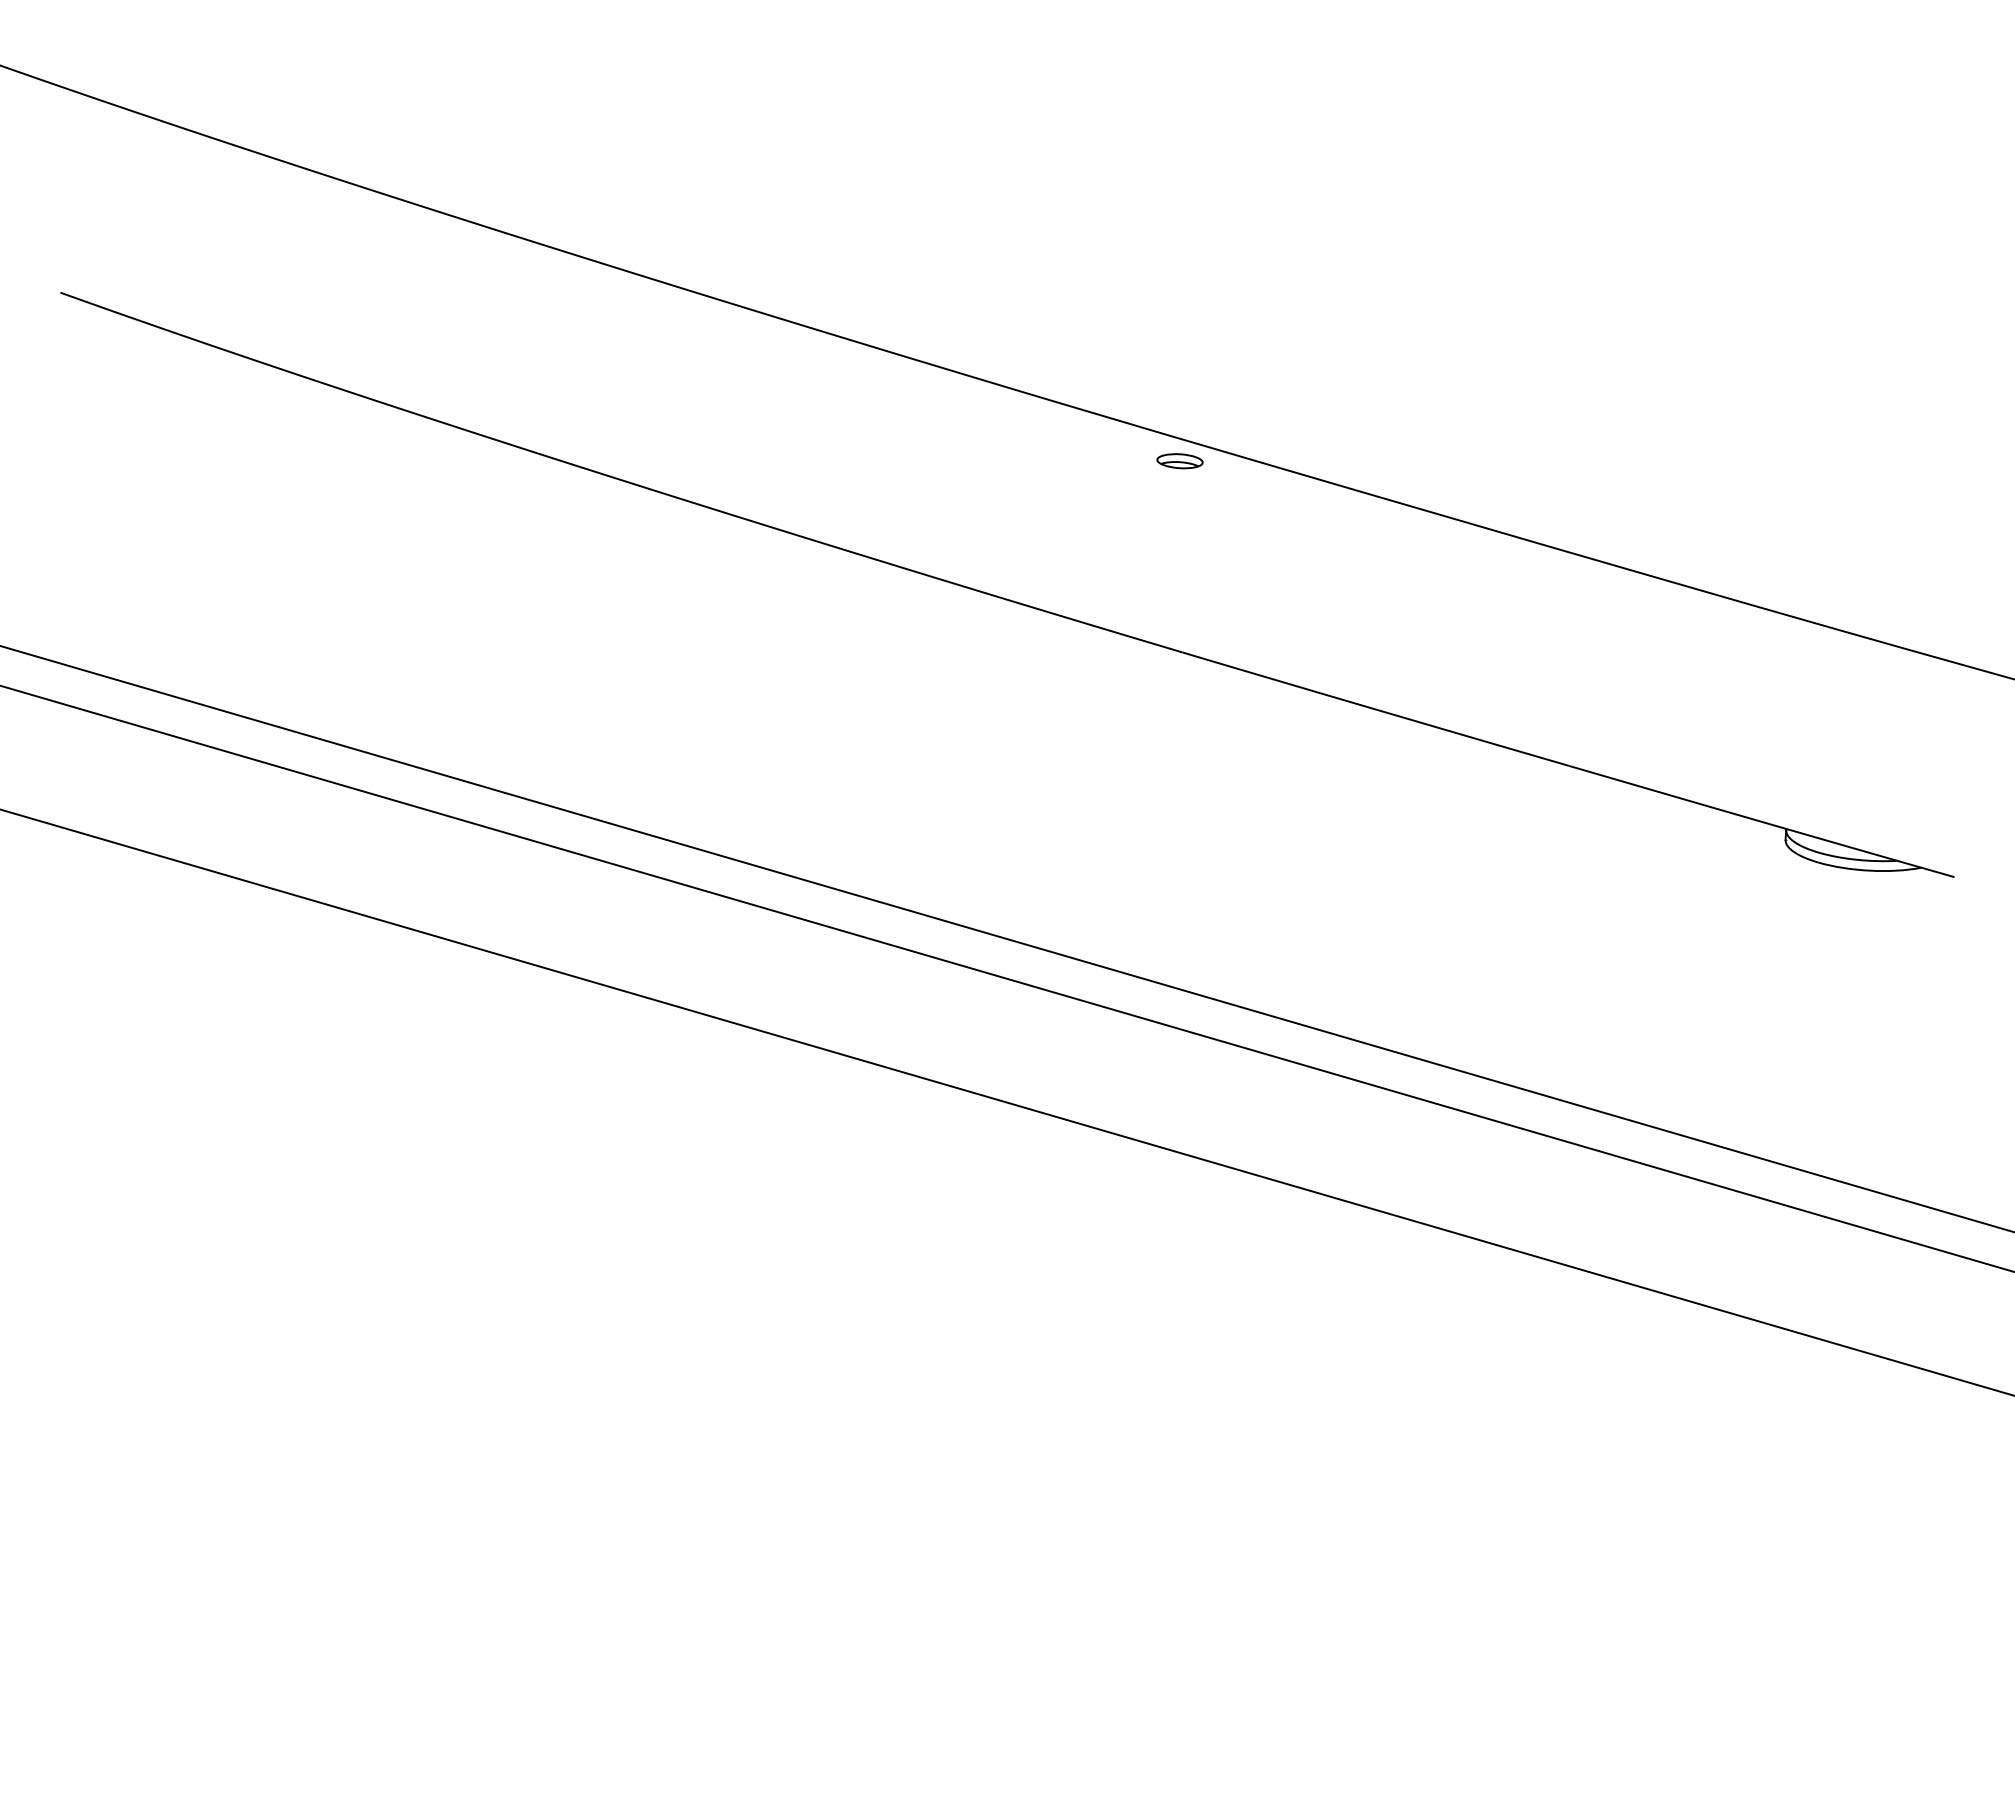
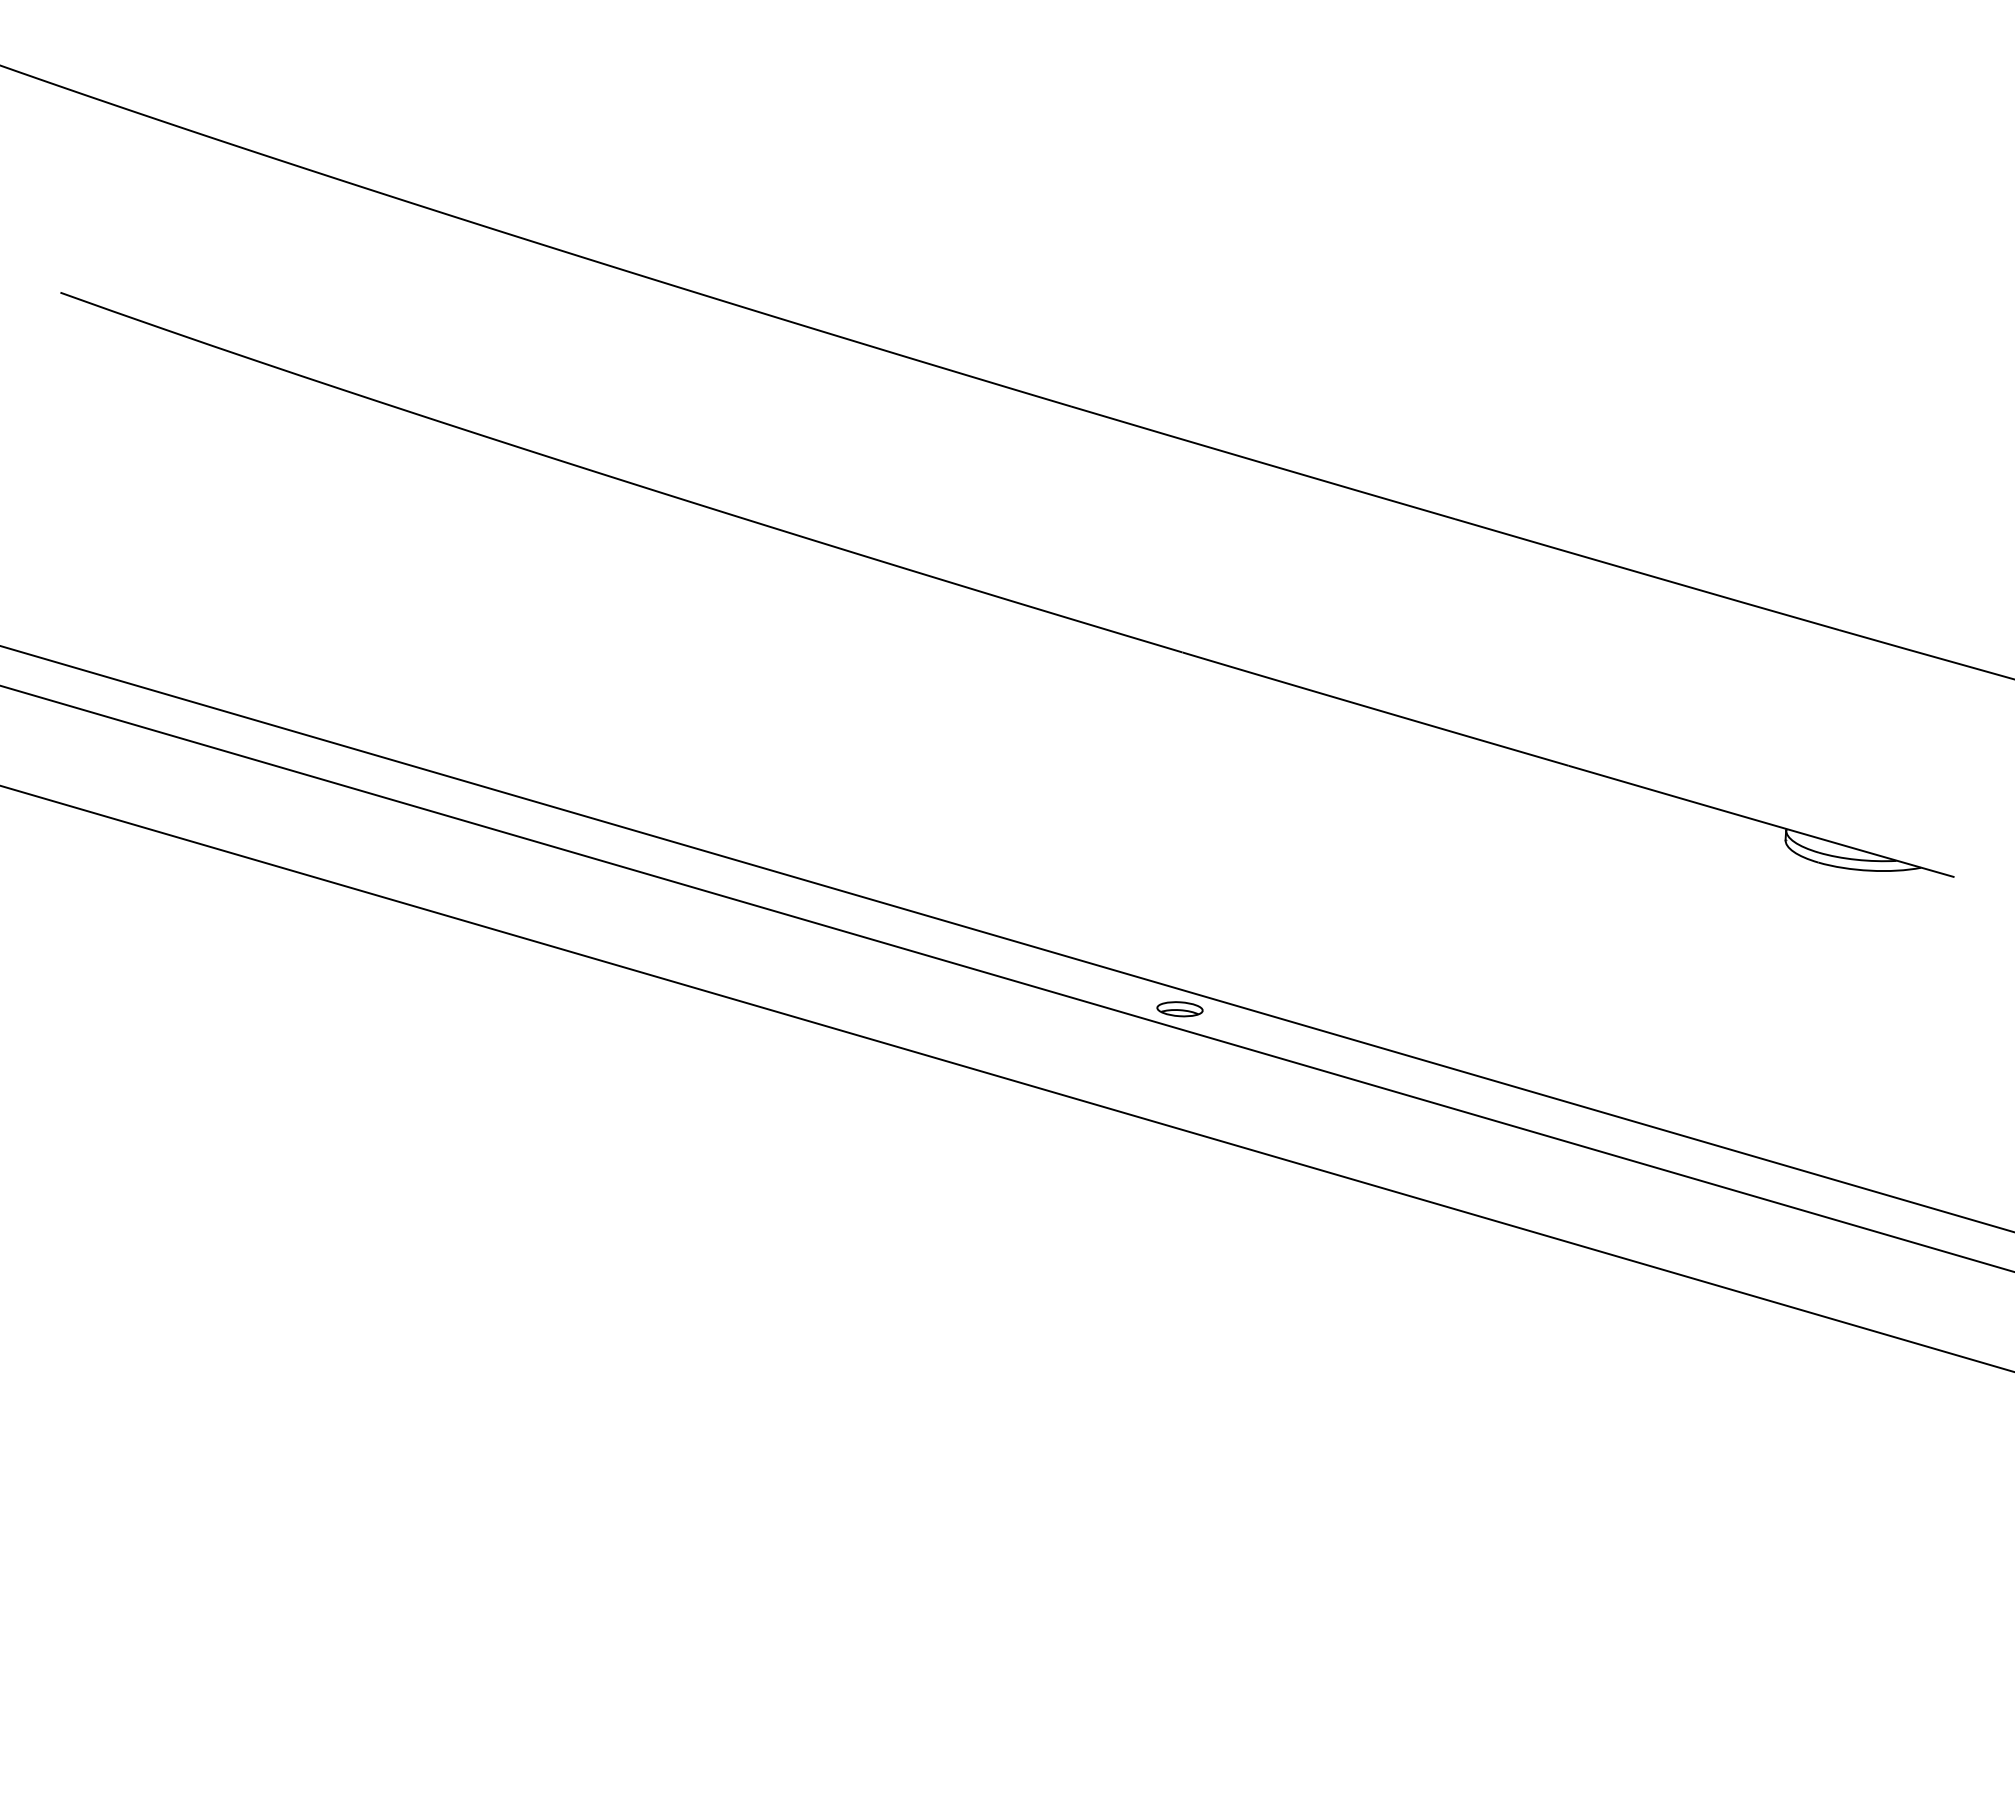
part at (1179, 461) position: (1179, 461) -> (1179, 1009)
line at (1006, 1102) position: (1006, 1102) -> (1006, 1078)
